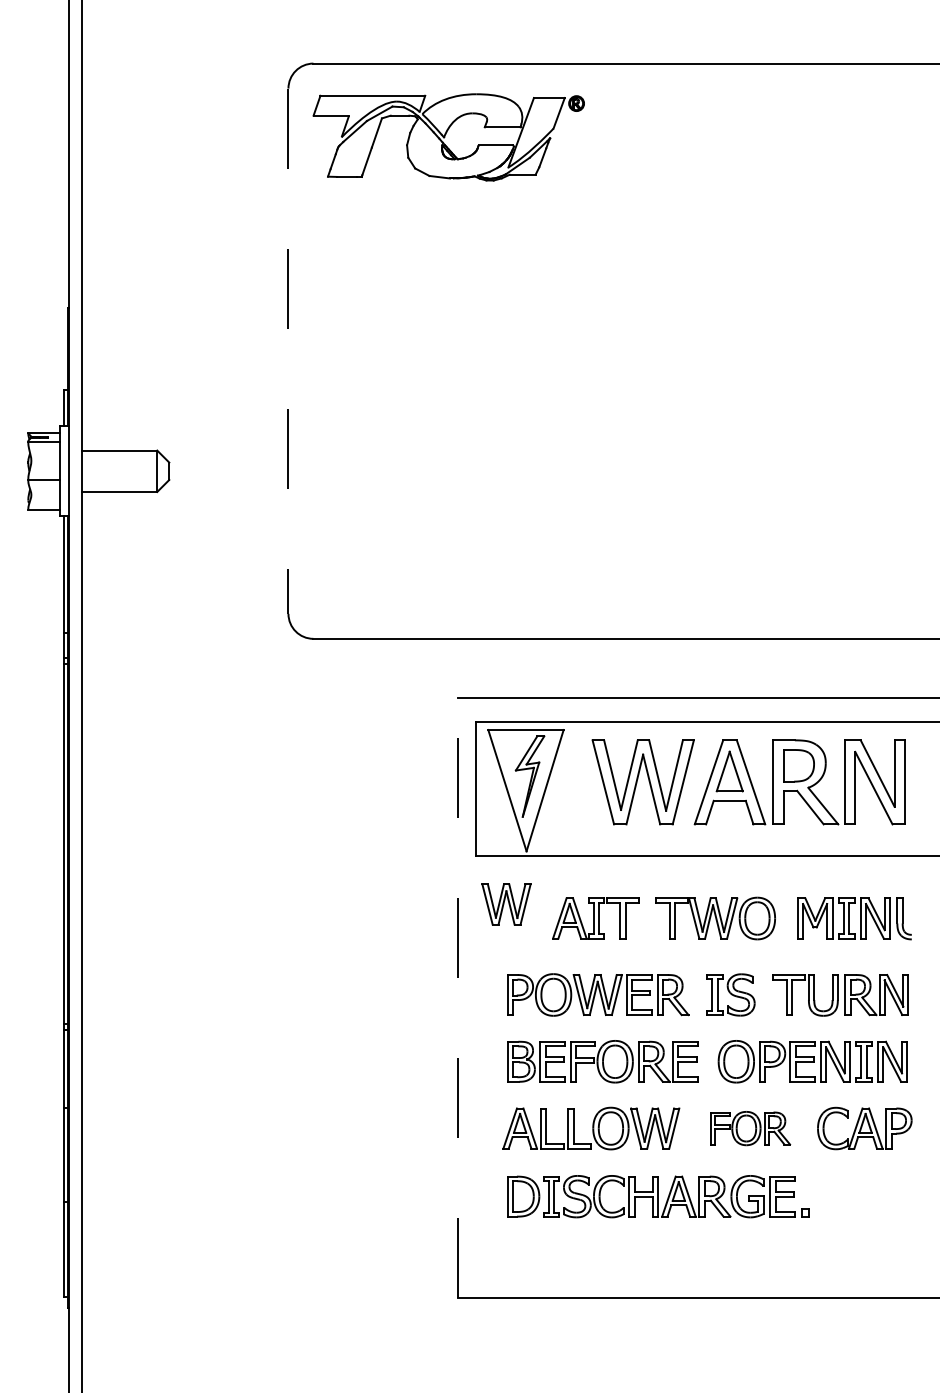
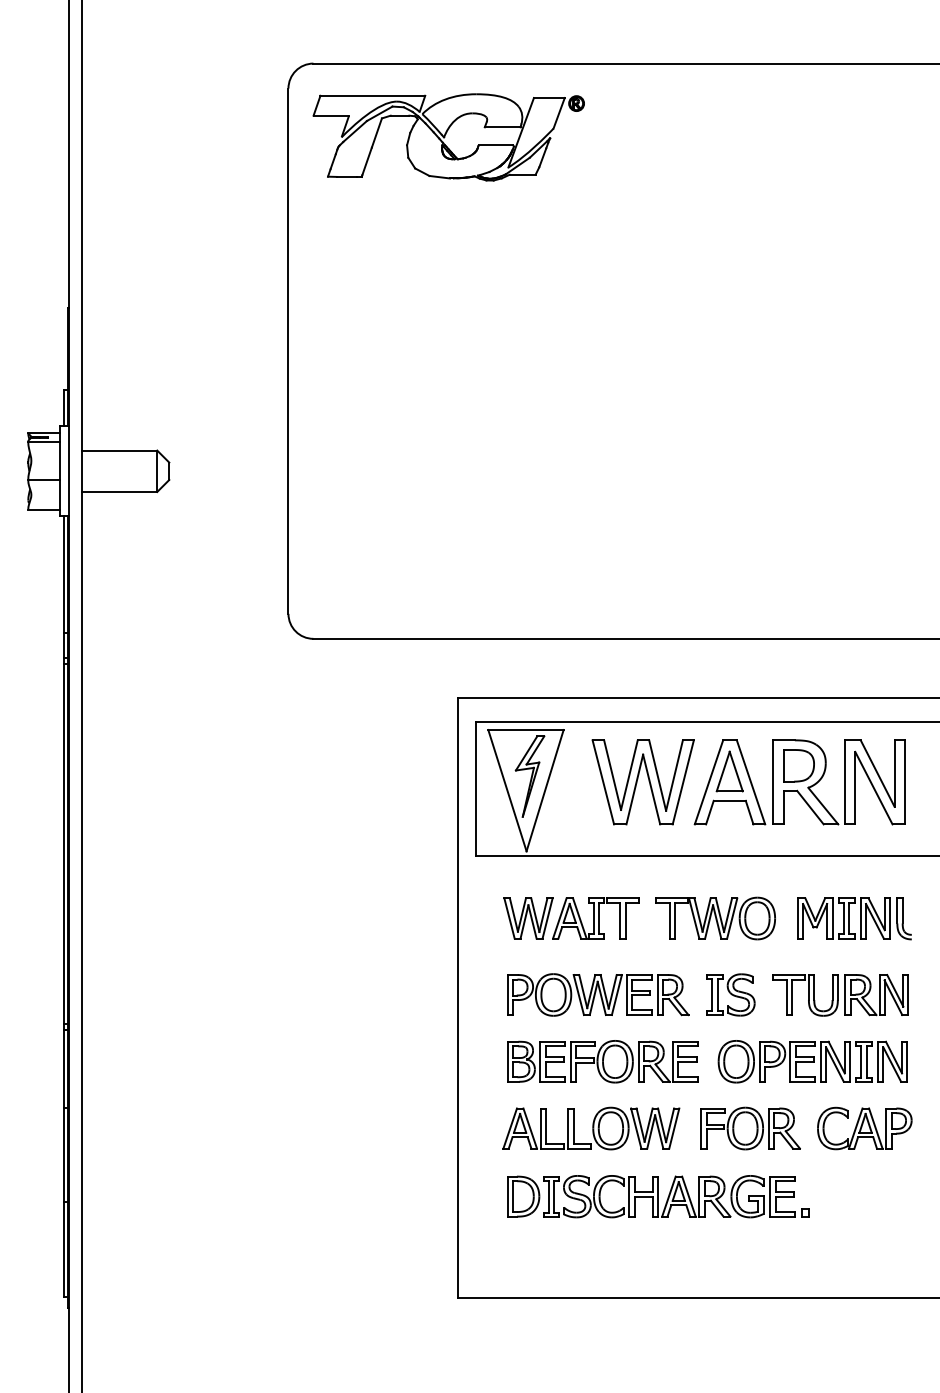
line at (288, 351): dashed -> solid
part at (506, 904) position: (506, 904) -> (528, 918)
line at (457, 998): dashed -> solid
part at (750, 1128) size: 82x36 px -> 101x45 px
